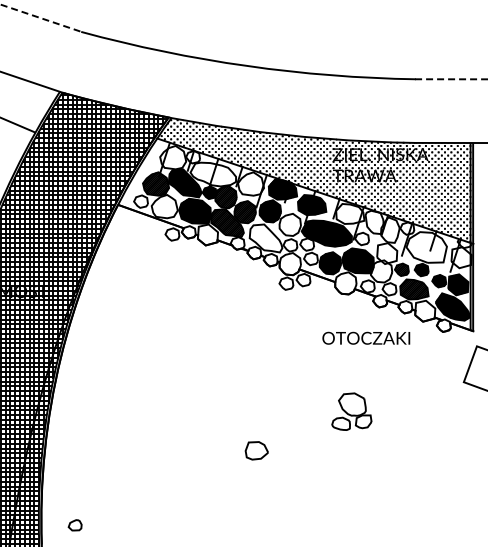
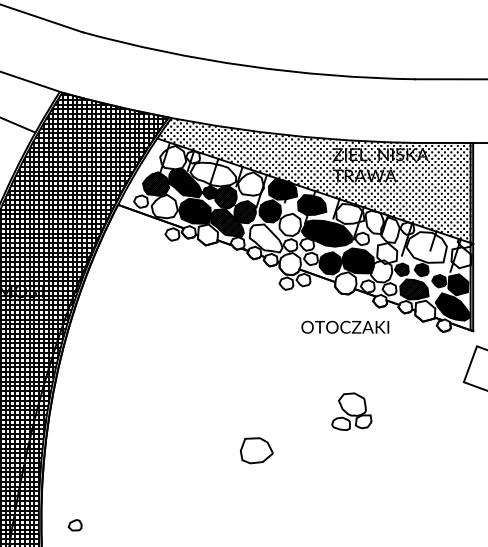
line at (42, 18): dashed -> solid
line at (451, 79): dashed -> solid
text at (366, 337) position: (366, 337) -> (345, 326)
part at (256, 450) size: 25x20 px -> 34x28 px
